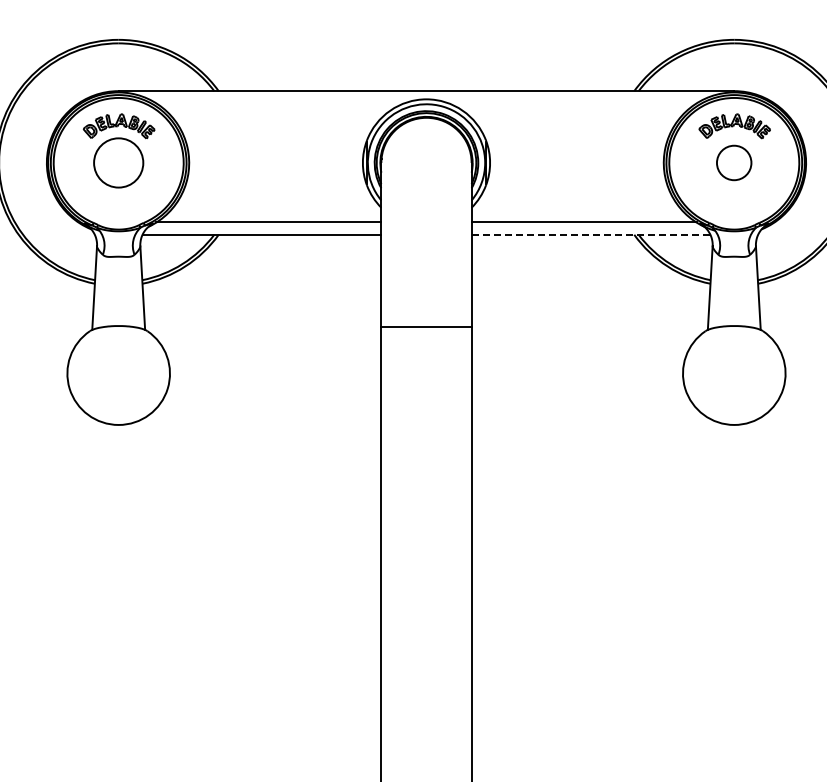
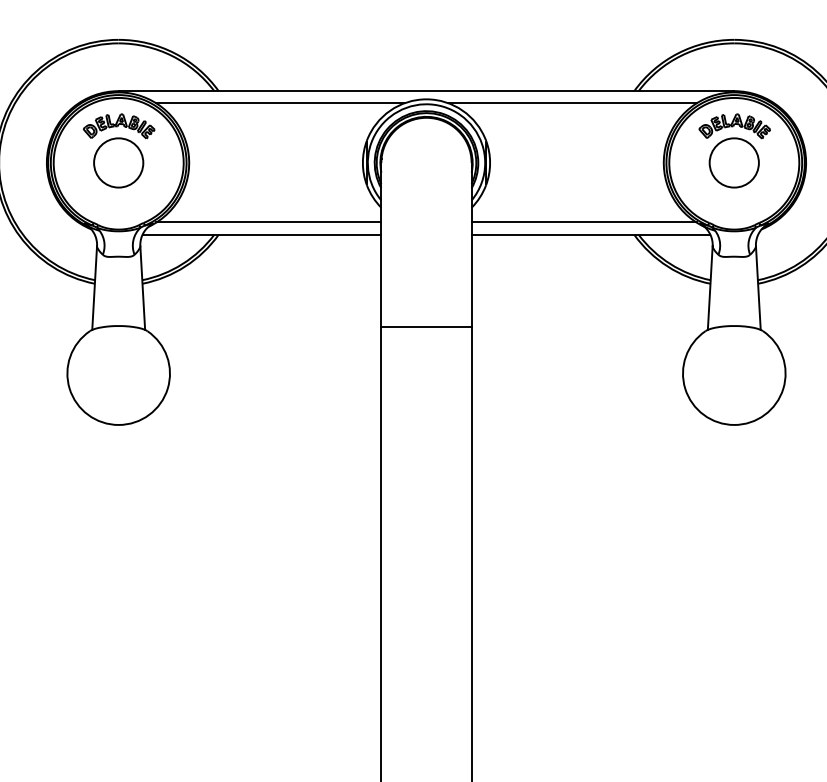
line at (280, 103): none -> present
line at (572, 103): none -> present
circle at (734, 162) size: 37x38 px -> 52x52 px
line at (590, 234): dashed -> solid
